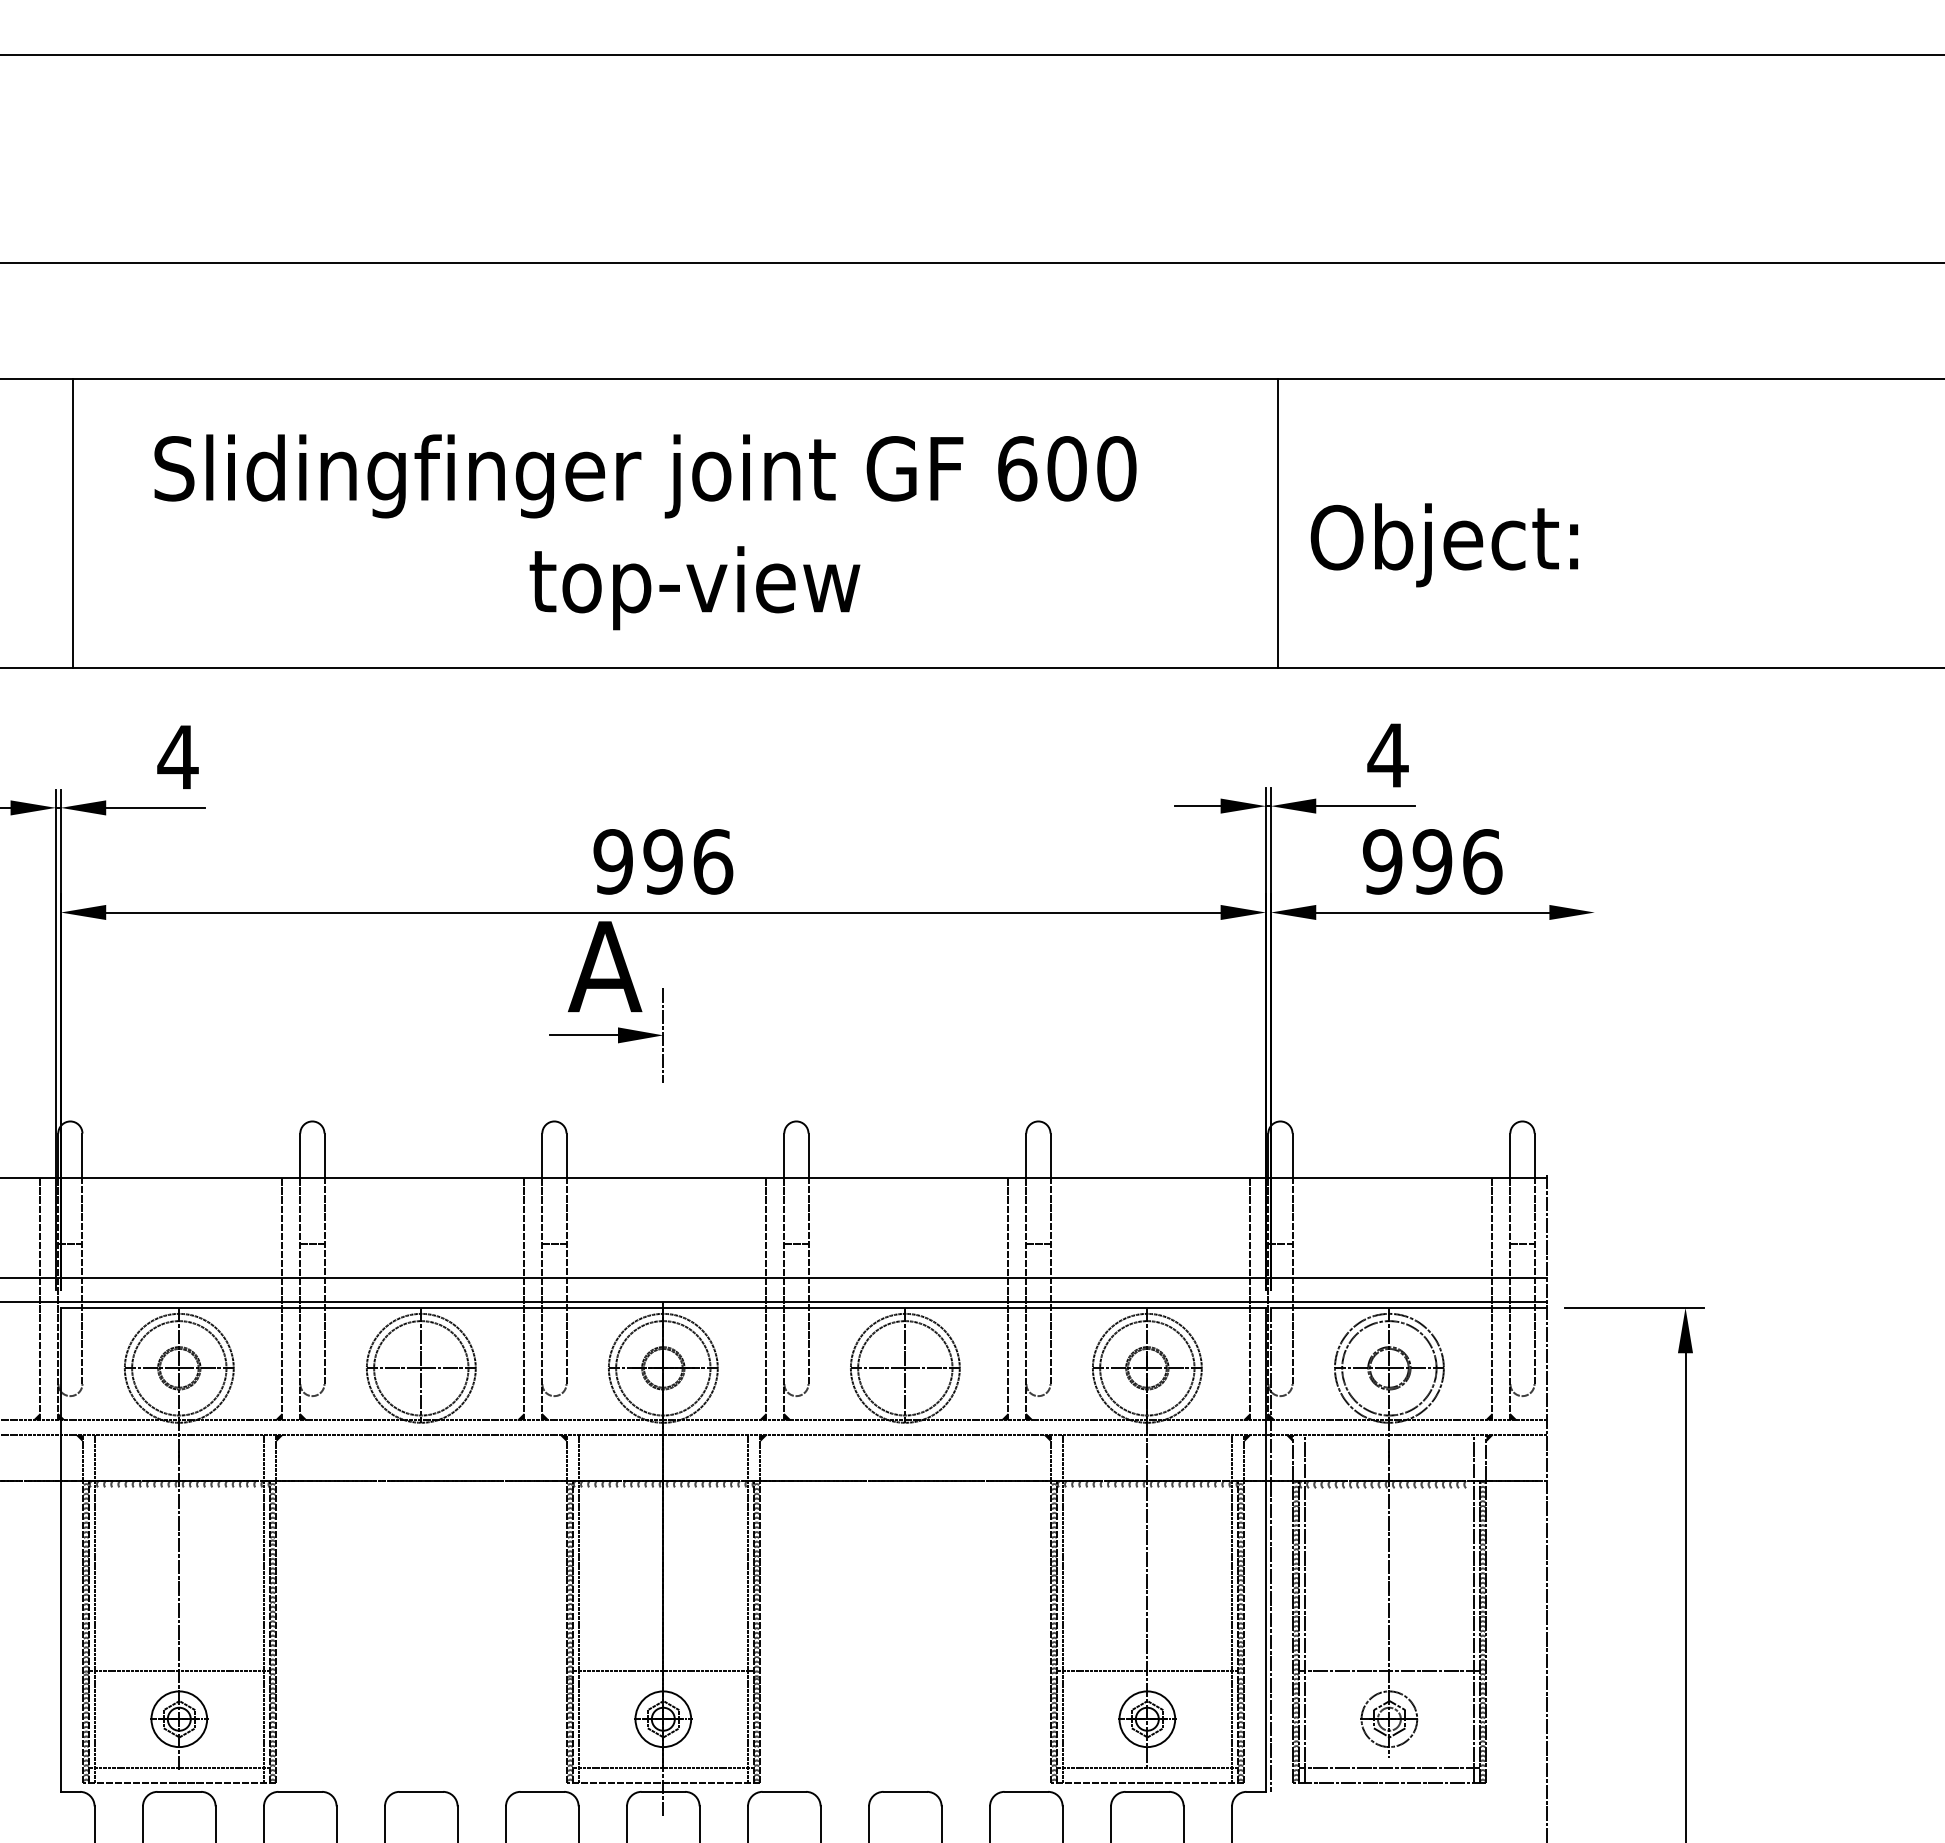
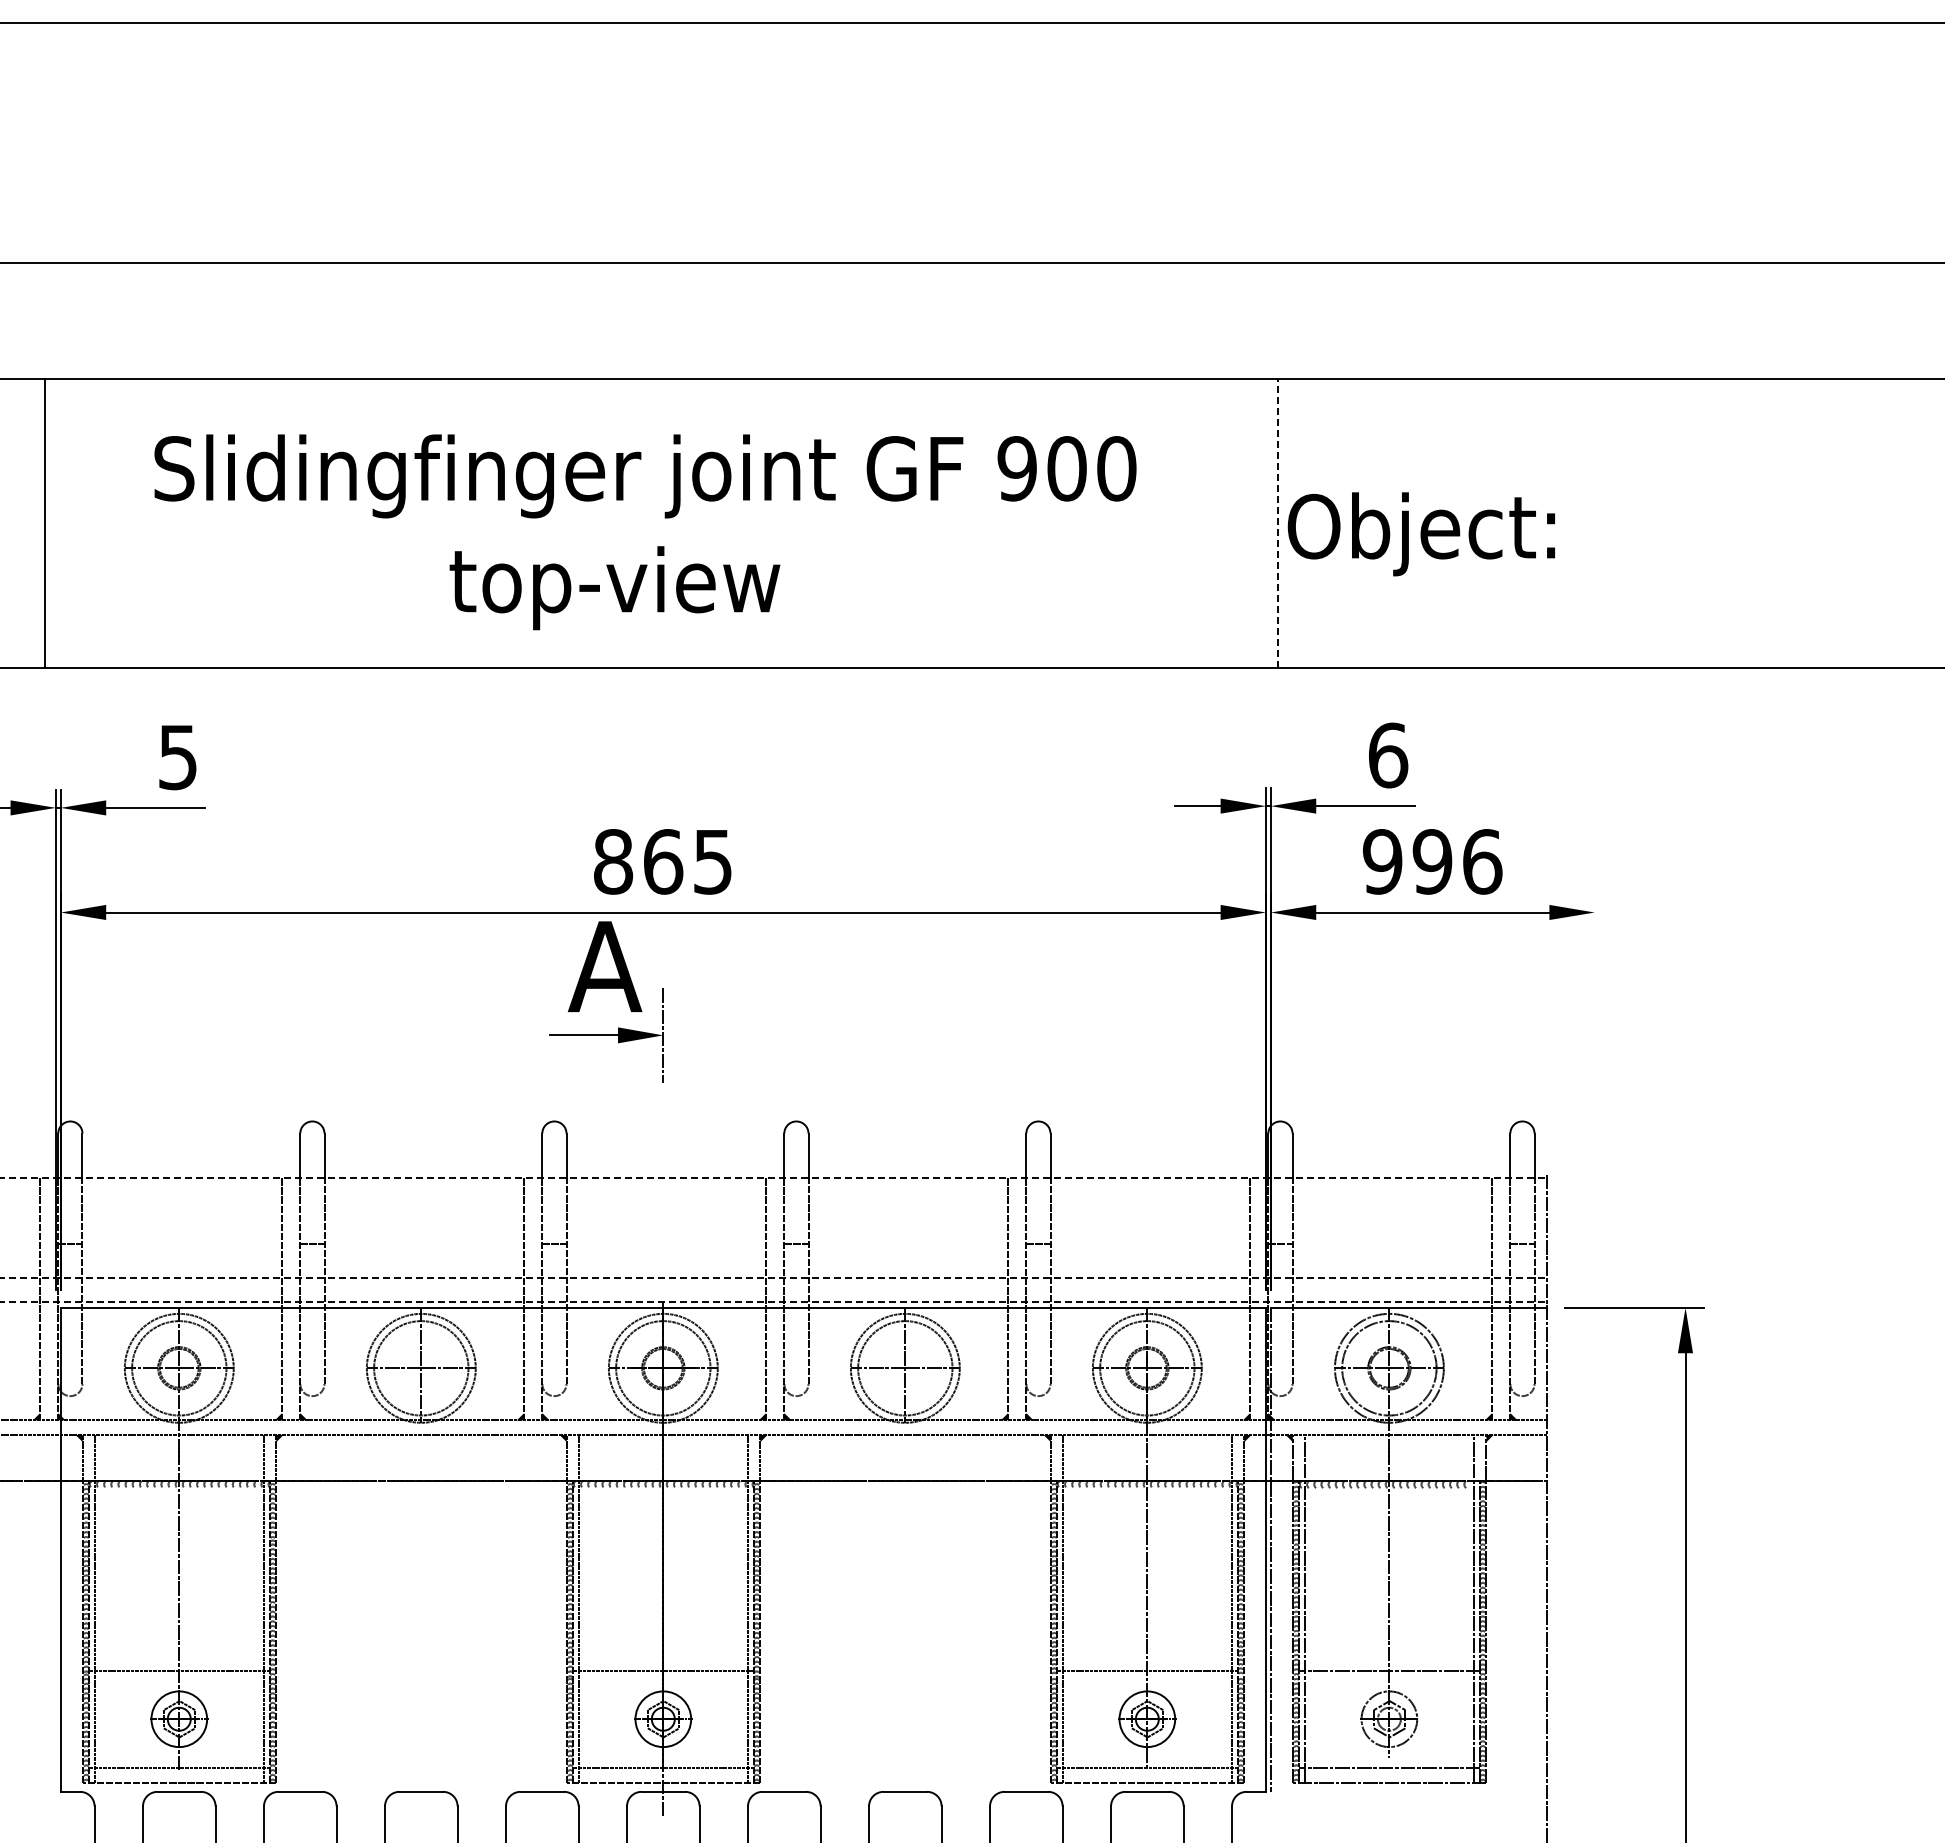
line at (971, 55) position: (971, 55) -> (971, 23)
text at (1017, 468): 600 -> 900
line at (73, 522) position: (73, 522) -> (45, 522)
line at (1277, 523): solid -> dashed
text at (1443, 545) position: (1443, 545) -> (1420, 534)
text at (694, 588) position: (694, 588) -> (614, 588)
text at (1387, 755): 4 -> 6
text at (177, 757): 4 -> 5
text at (663, 861): 996 -> 865
line at (773, 1178): solid -> dashed
line at (773, 1277): solid -> dashed
line at (773, 1301): solid -> dashed
